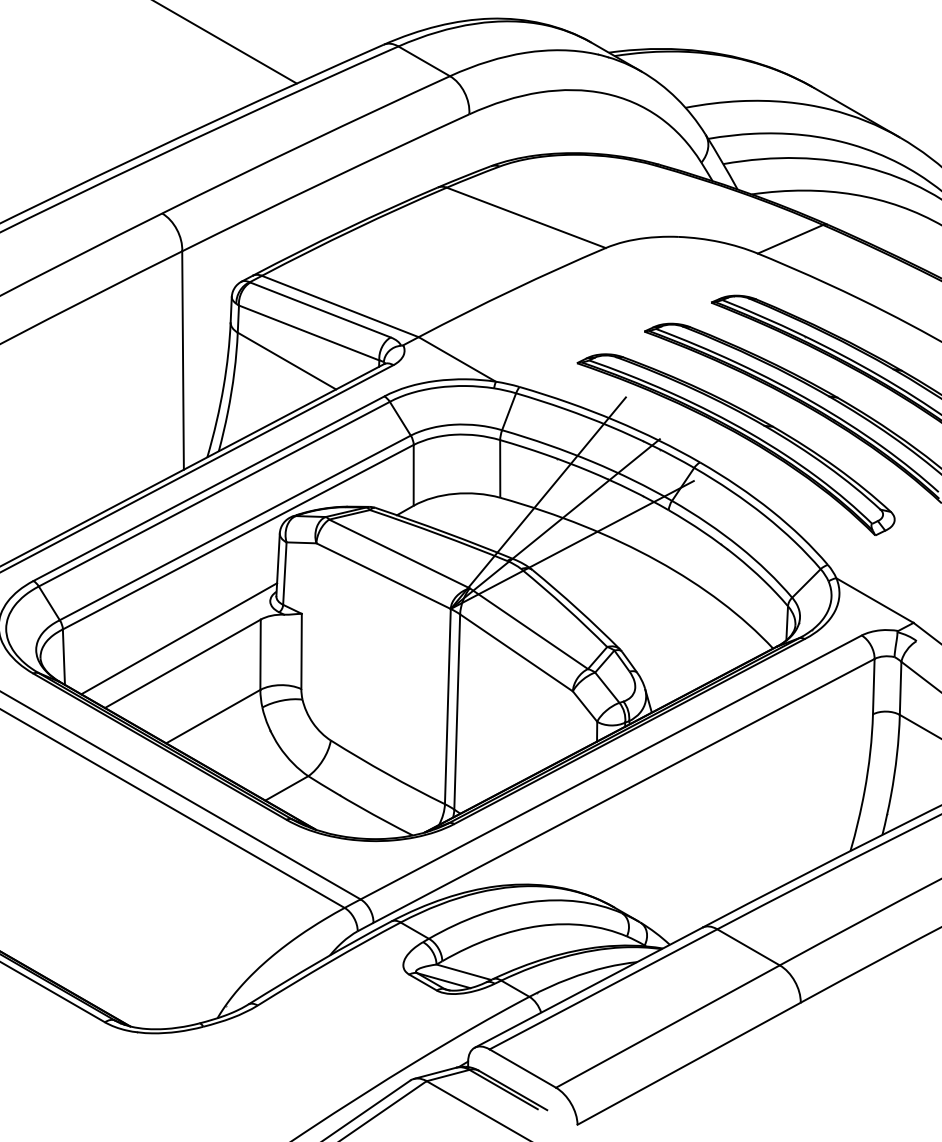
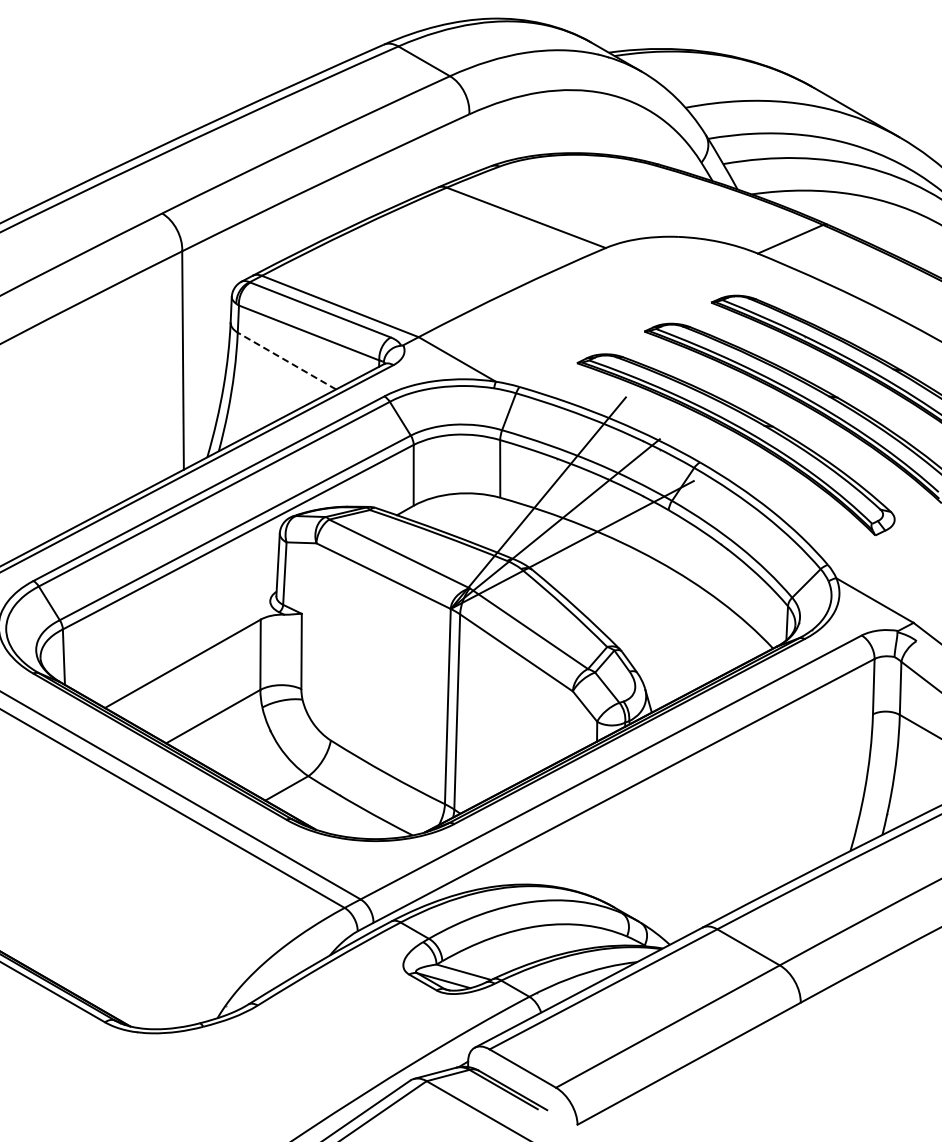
line at (225, 42): present -> none
line at (286, 361): solid -> dashed
line at (179, 638): present -> none
